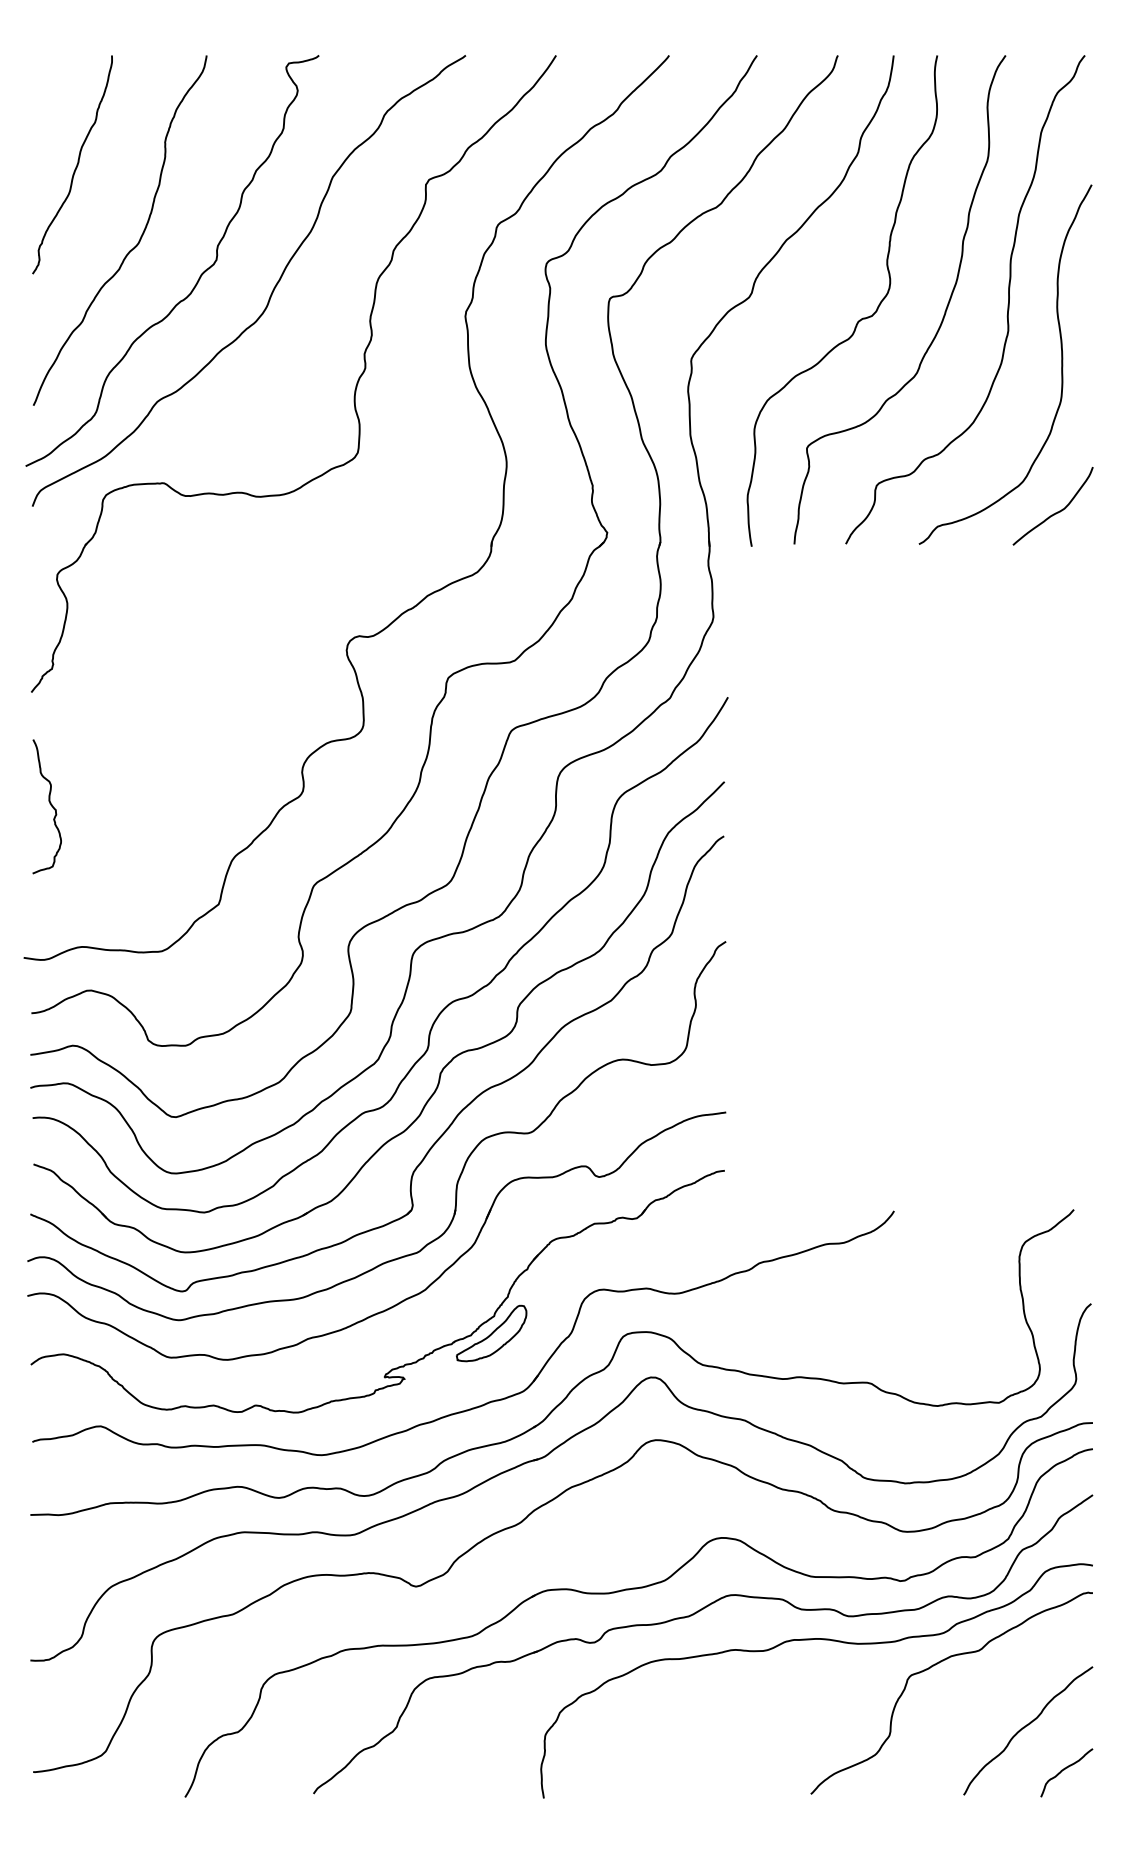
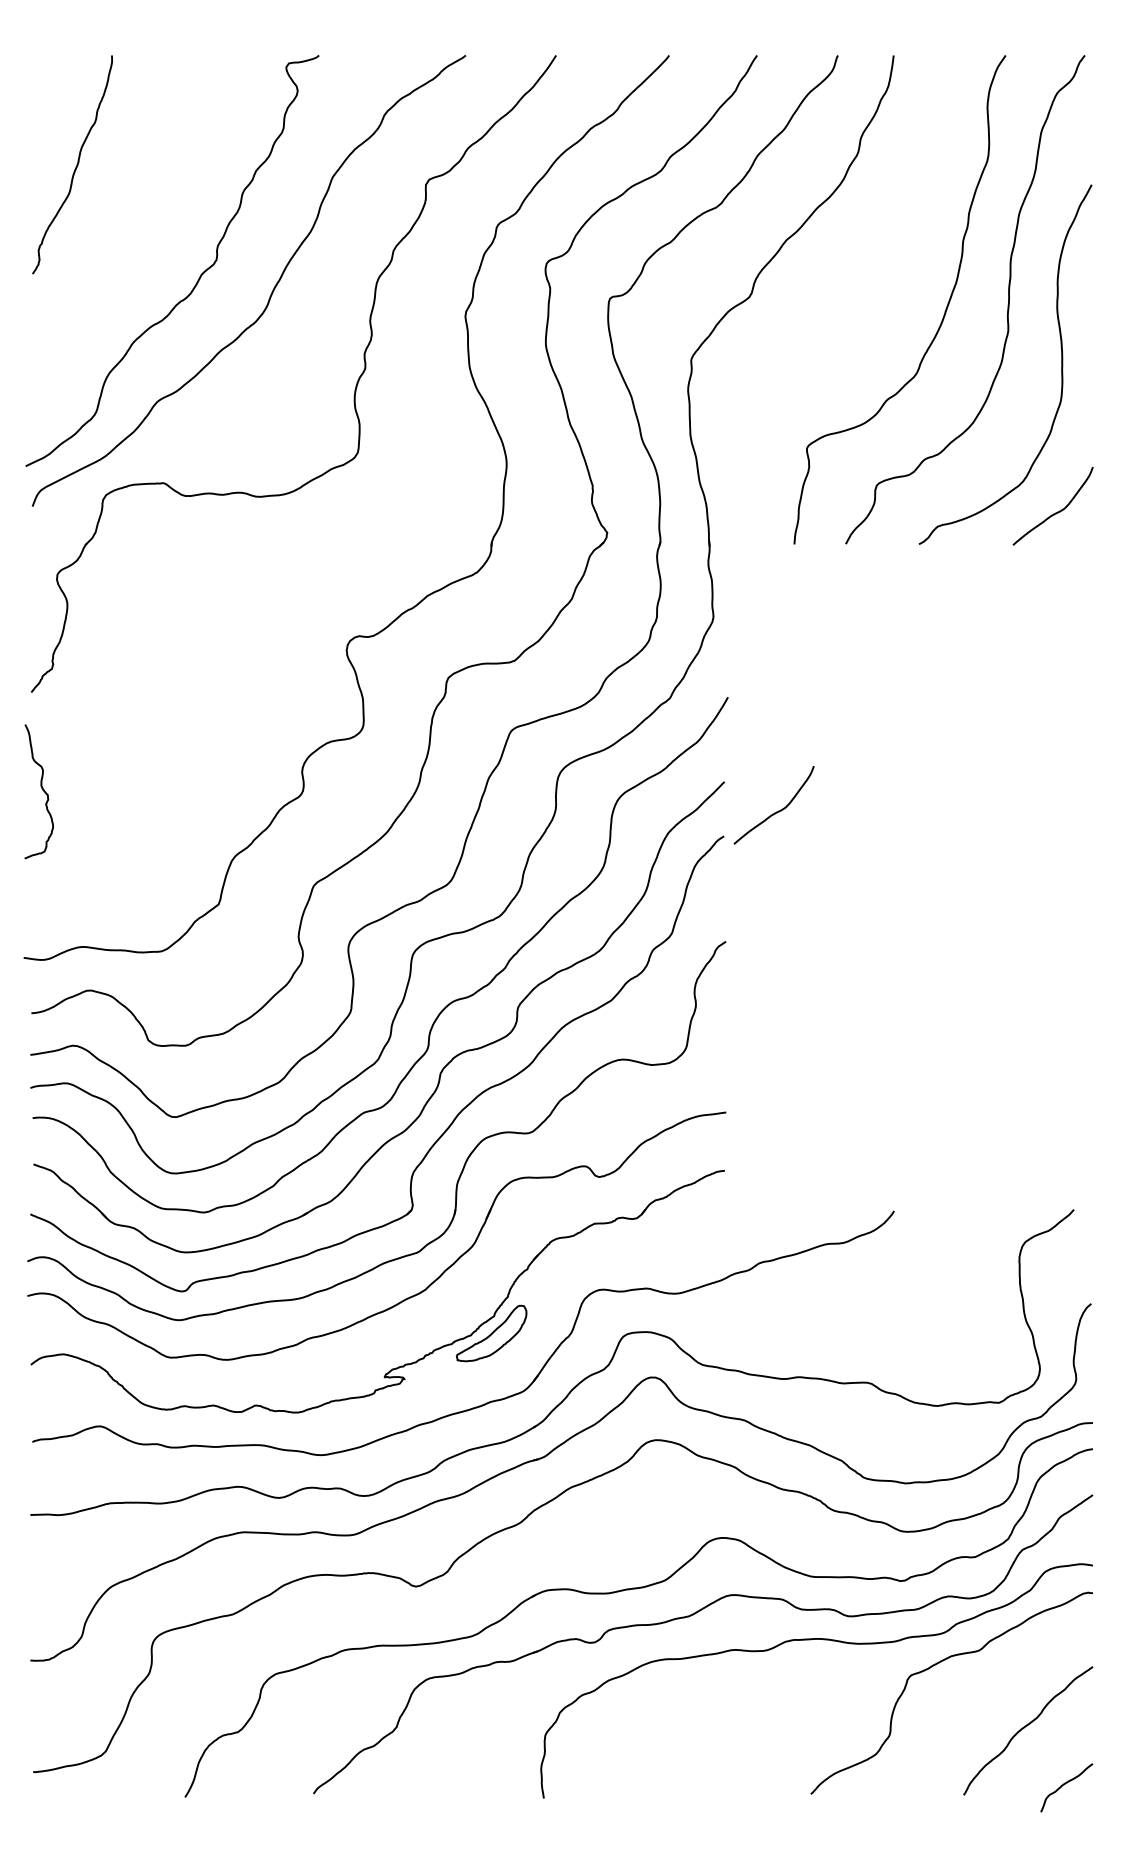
curve at (138, 240): present -> none
curve at (859, 319): present -> none
curve at (50, 805) position: (50, 805) -> (42, 790)
curve at (776, 811): none -> present
curve at (1064, 1770) position: (1064, 1770) -> (1064, 1785)
